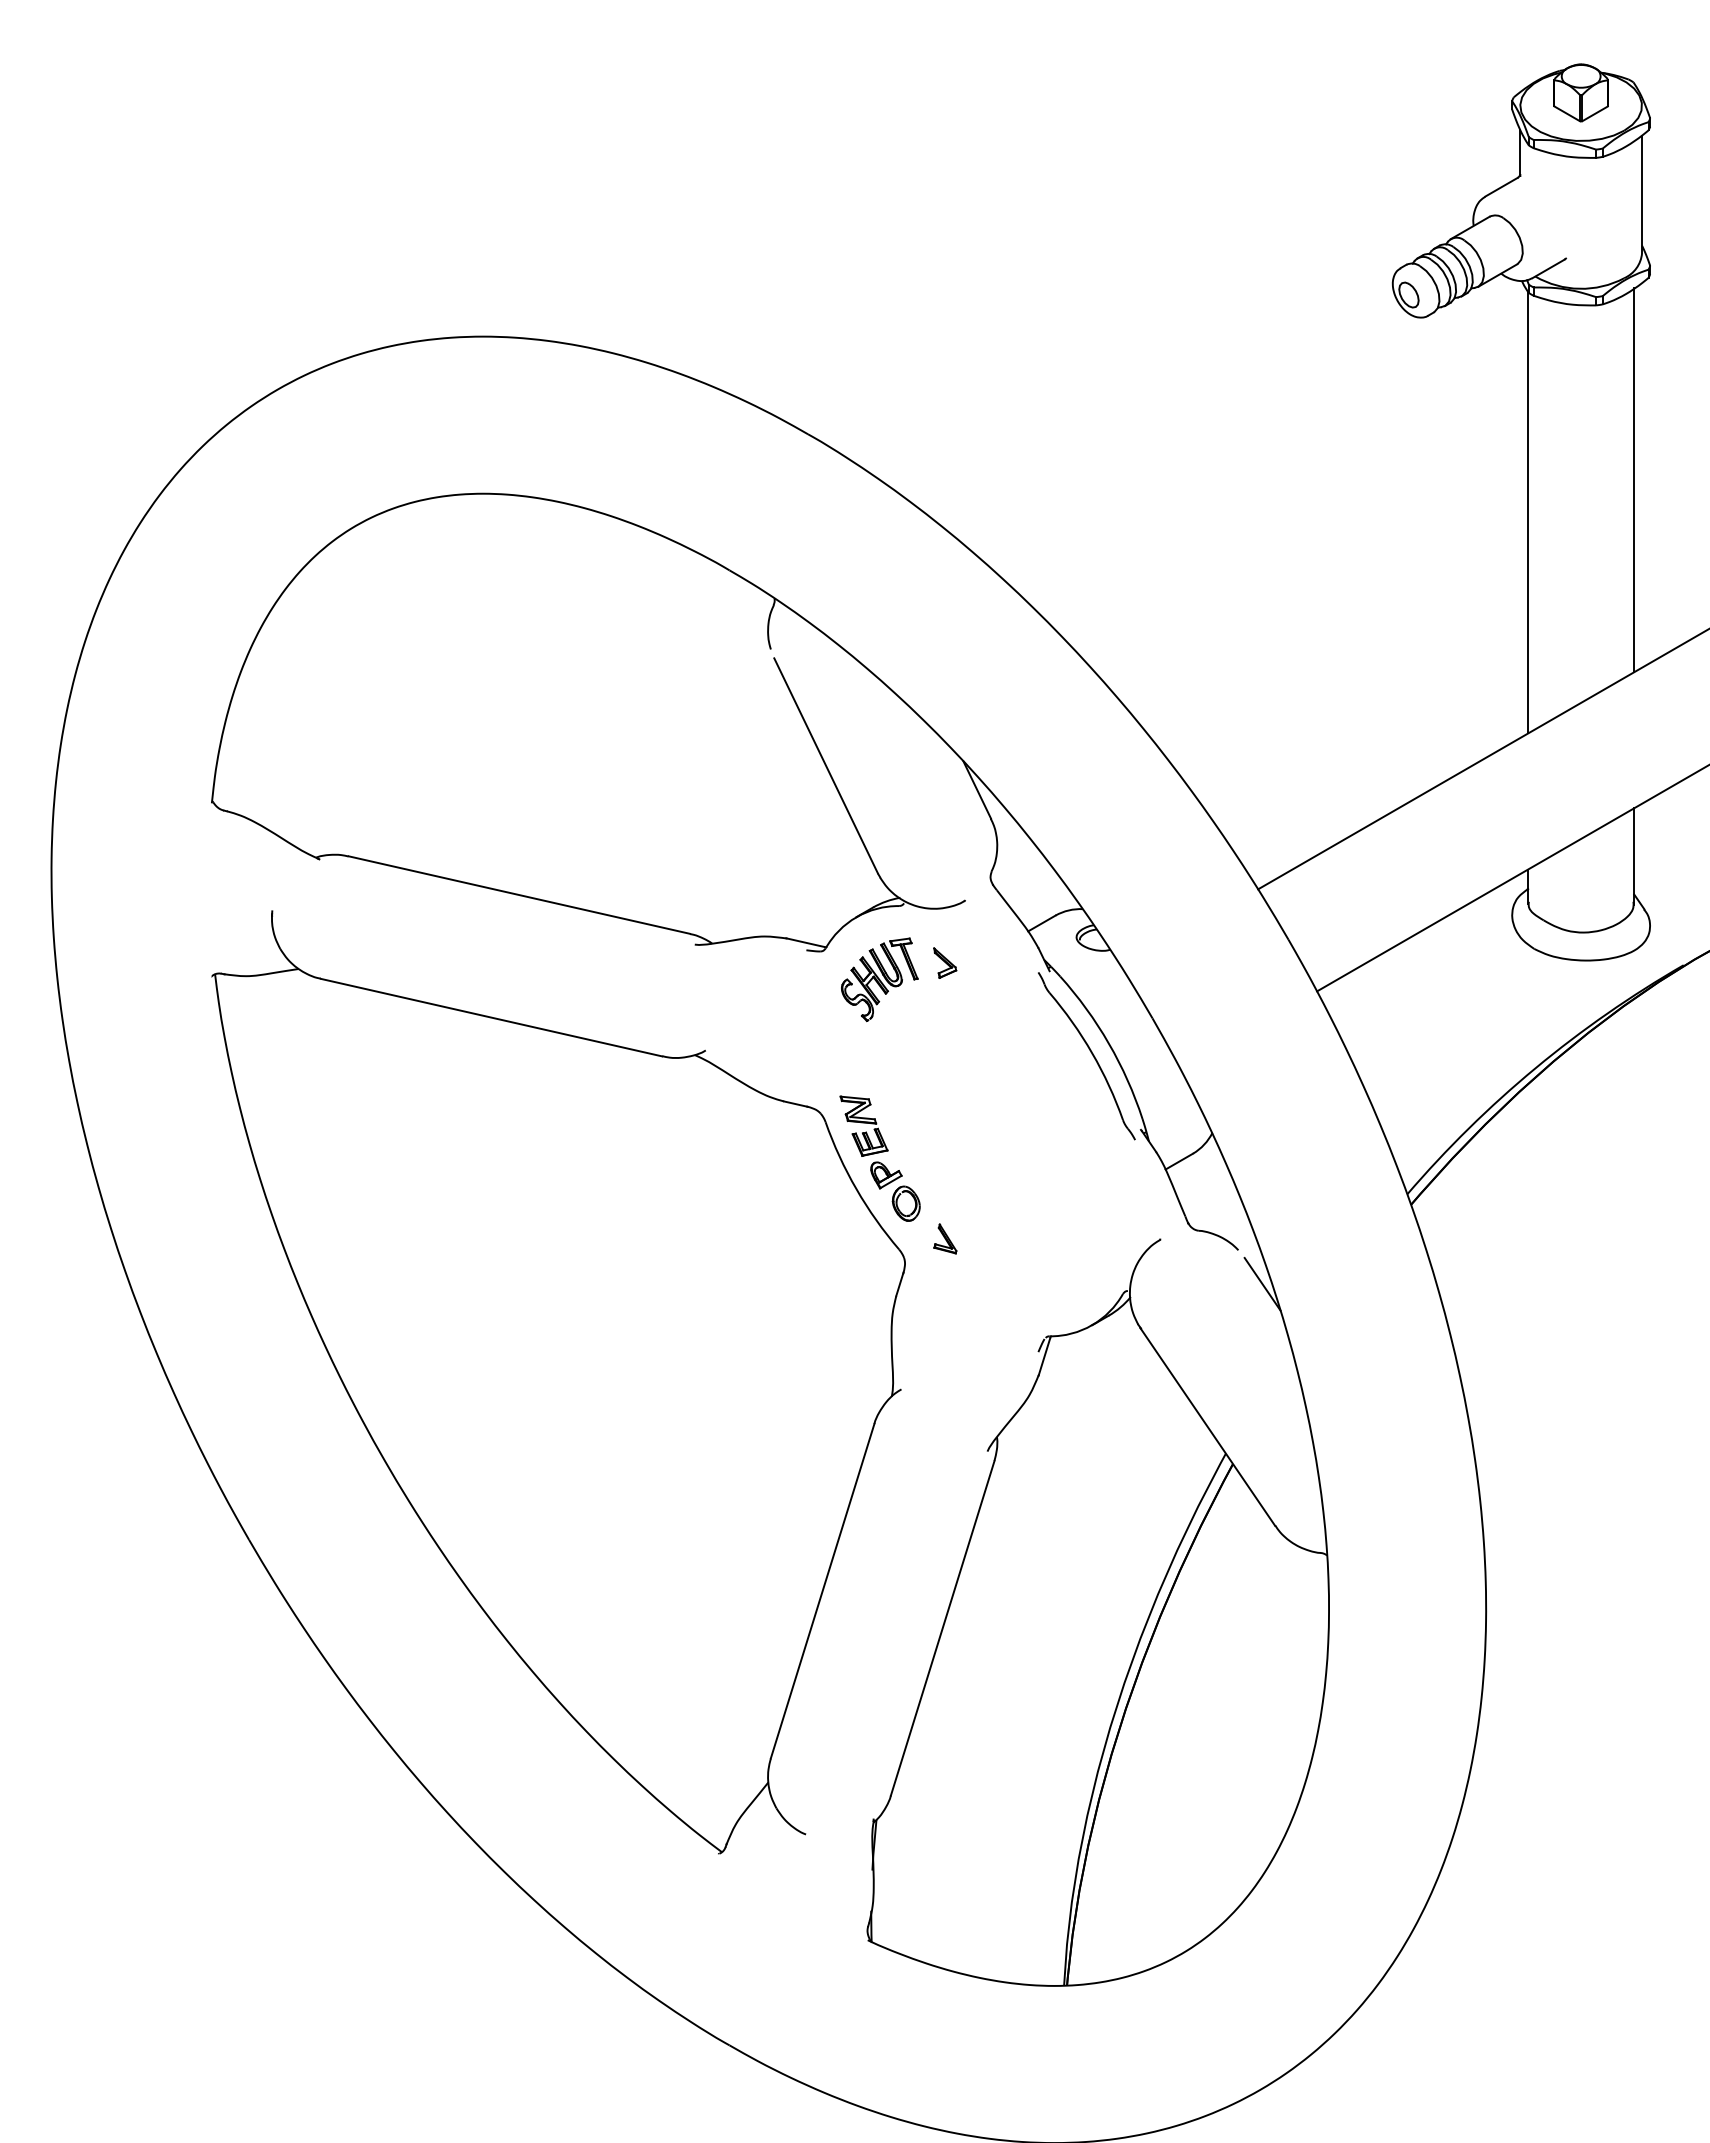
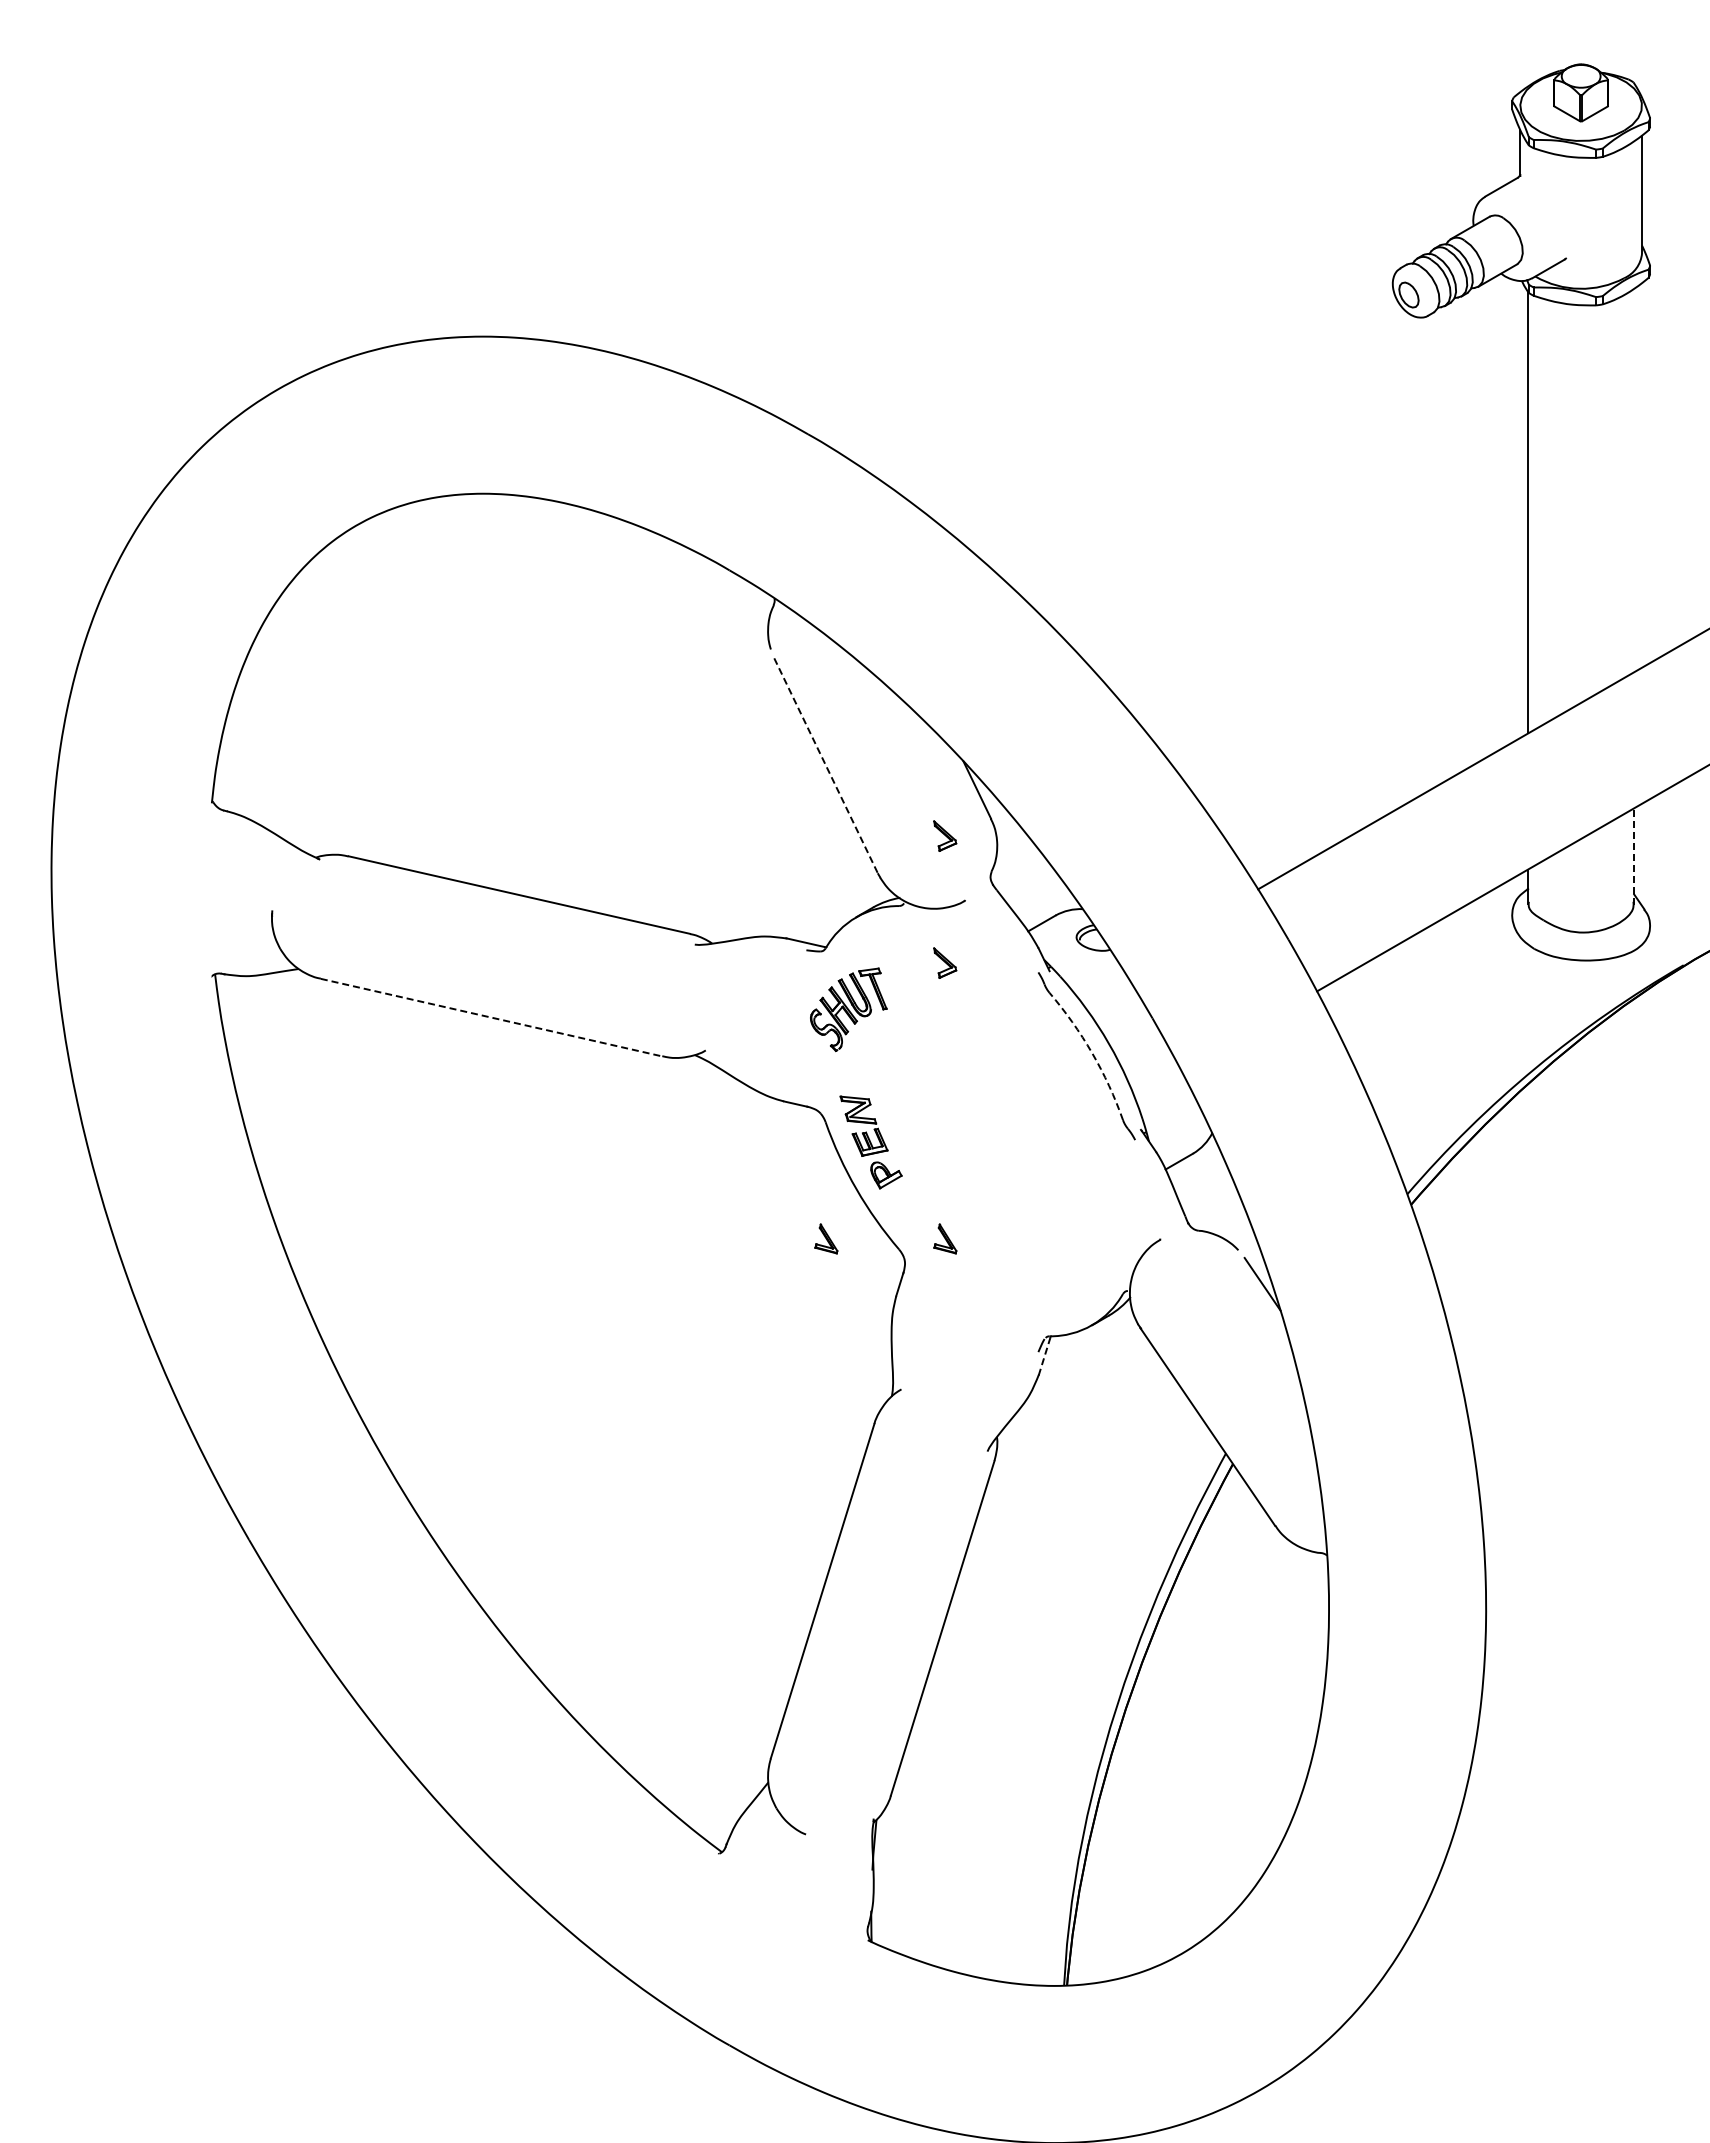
line at (1634, 480): present -> none
line at (826, 766): solid -> dashed
part at (945, 835): none -> present
line at (1634, 855): solid -> dashed
part at (879, 979) position: (879, 979) -> (848, 1009)
line at (492, 1017): solid -> dashed
arc at (1092, 1053): solid -> dashed
part at (905, 1203): present -> none
part at (826, 1238): none -> present
line at (1044, 1356): solid -> dashed
